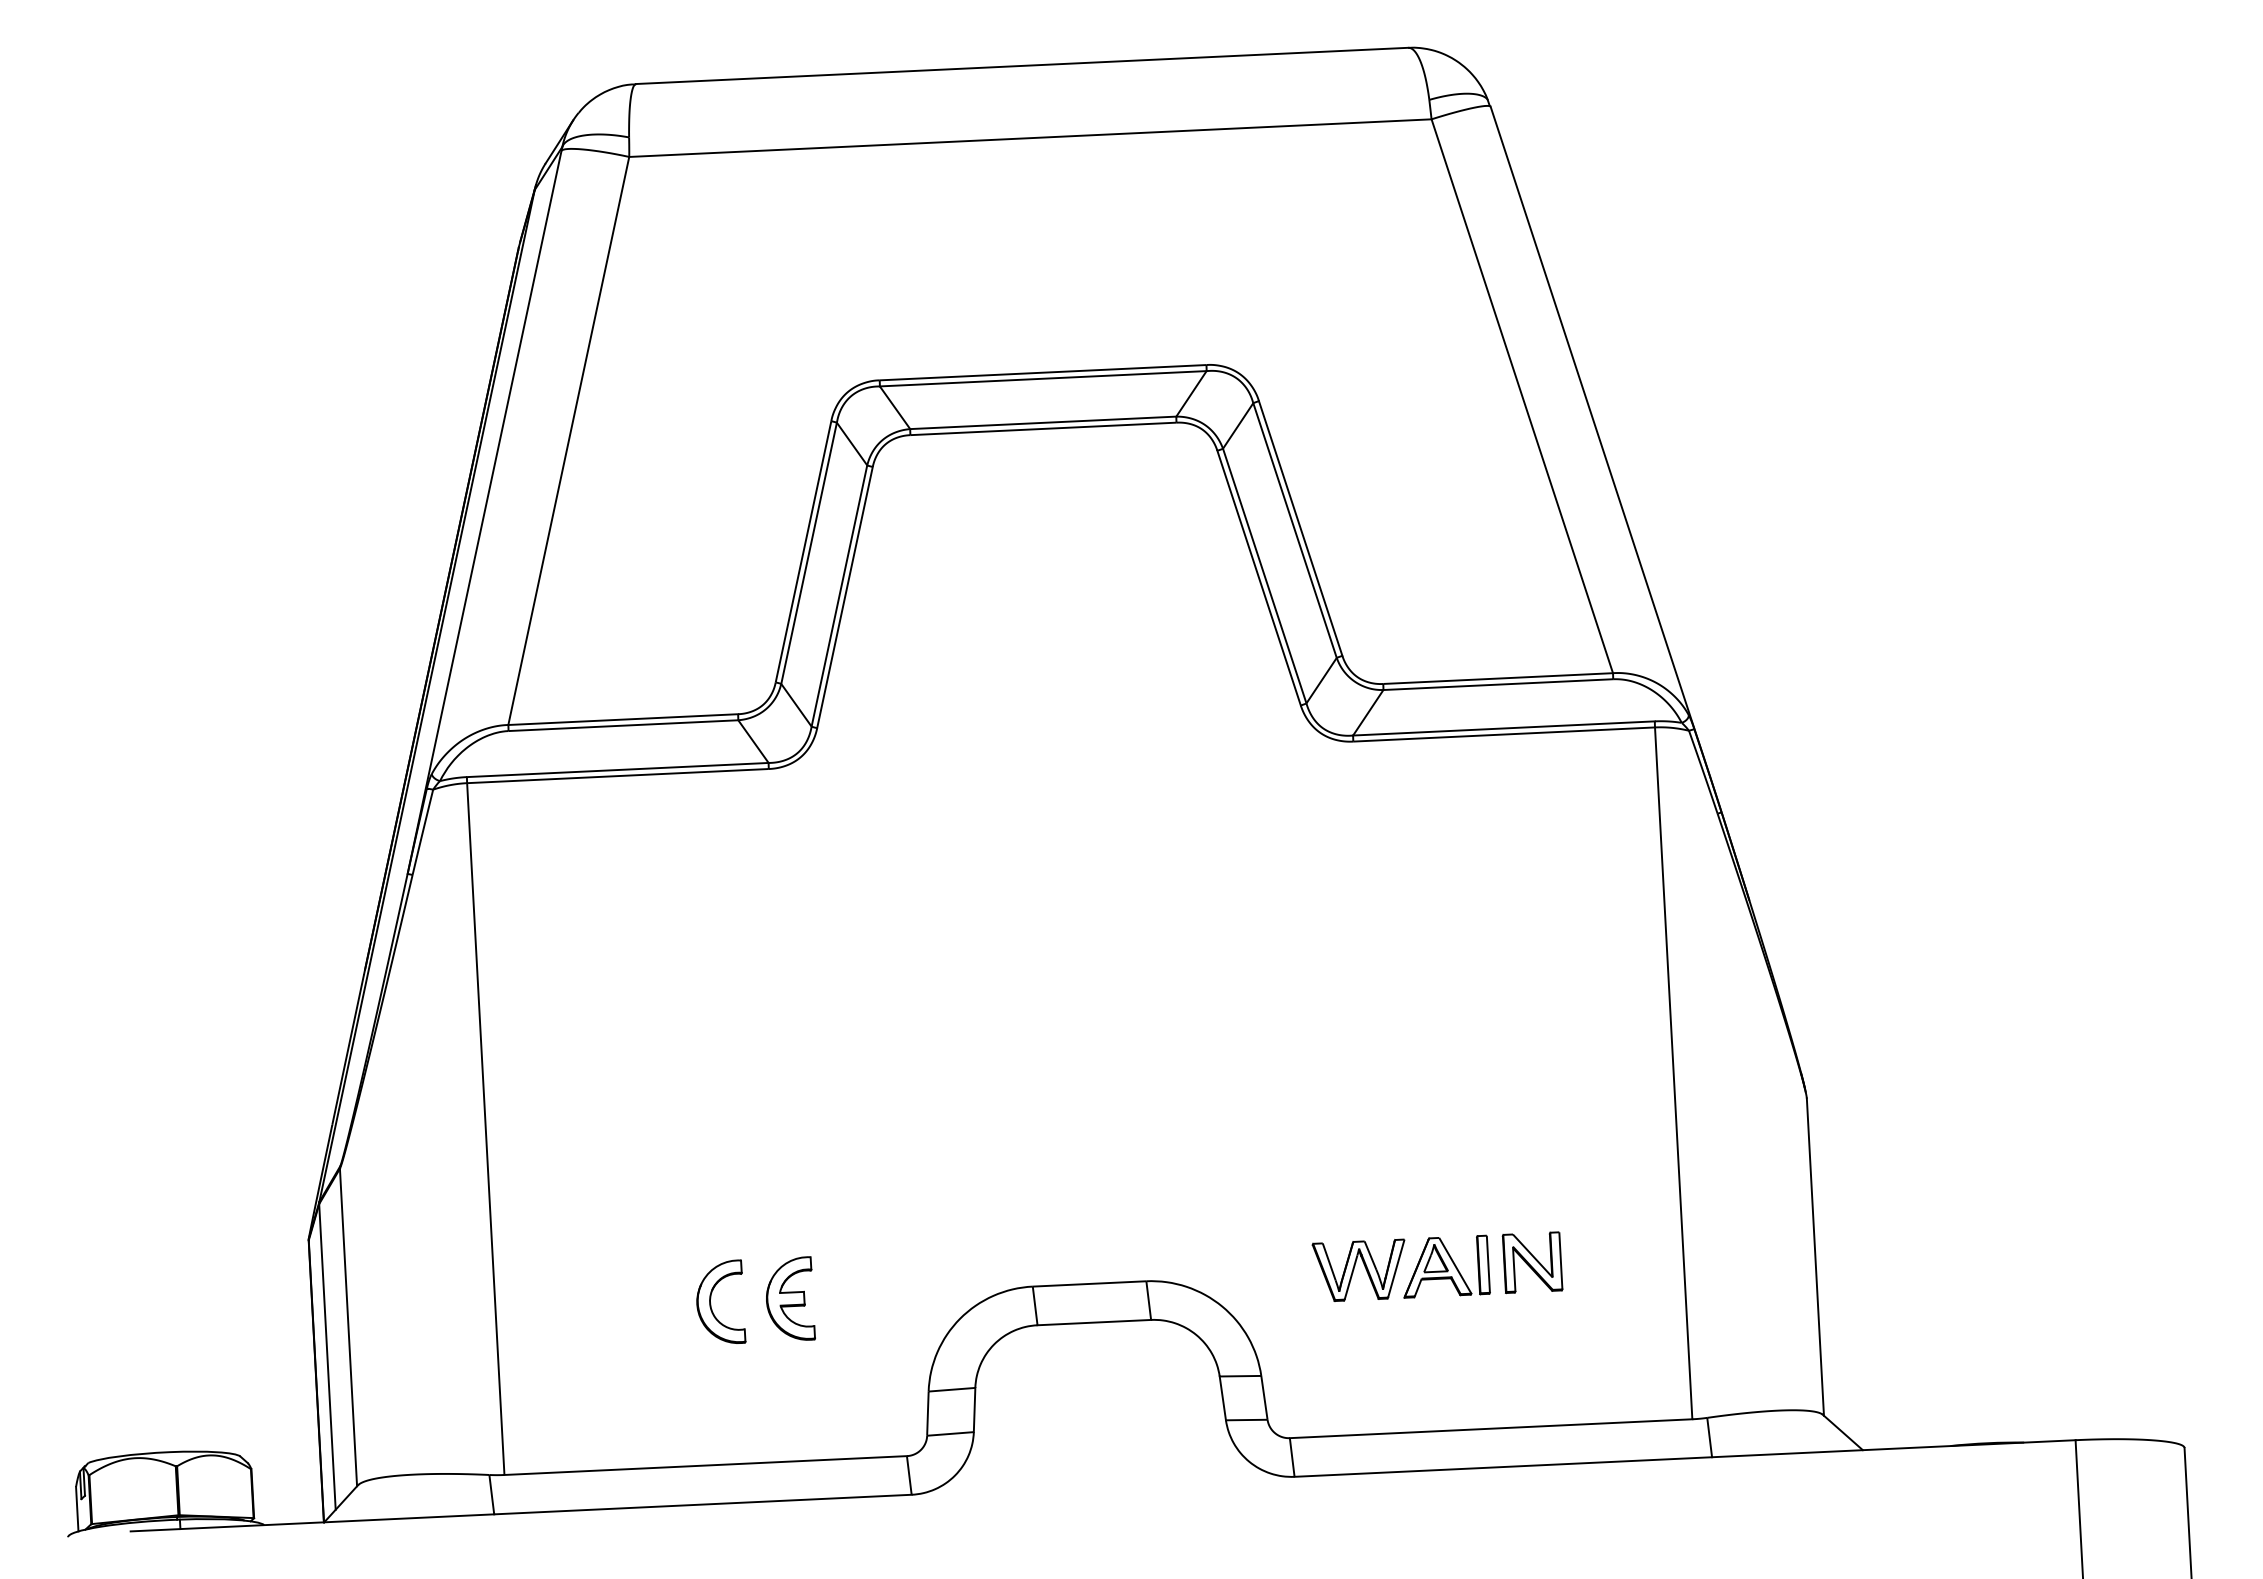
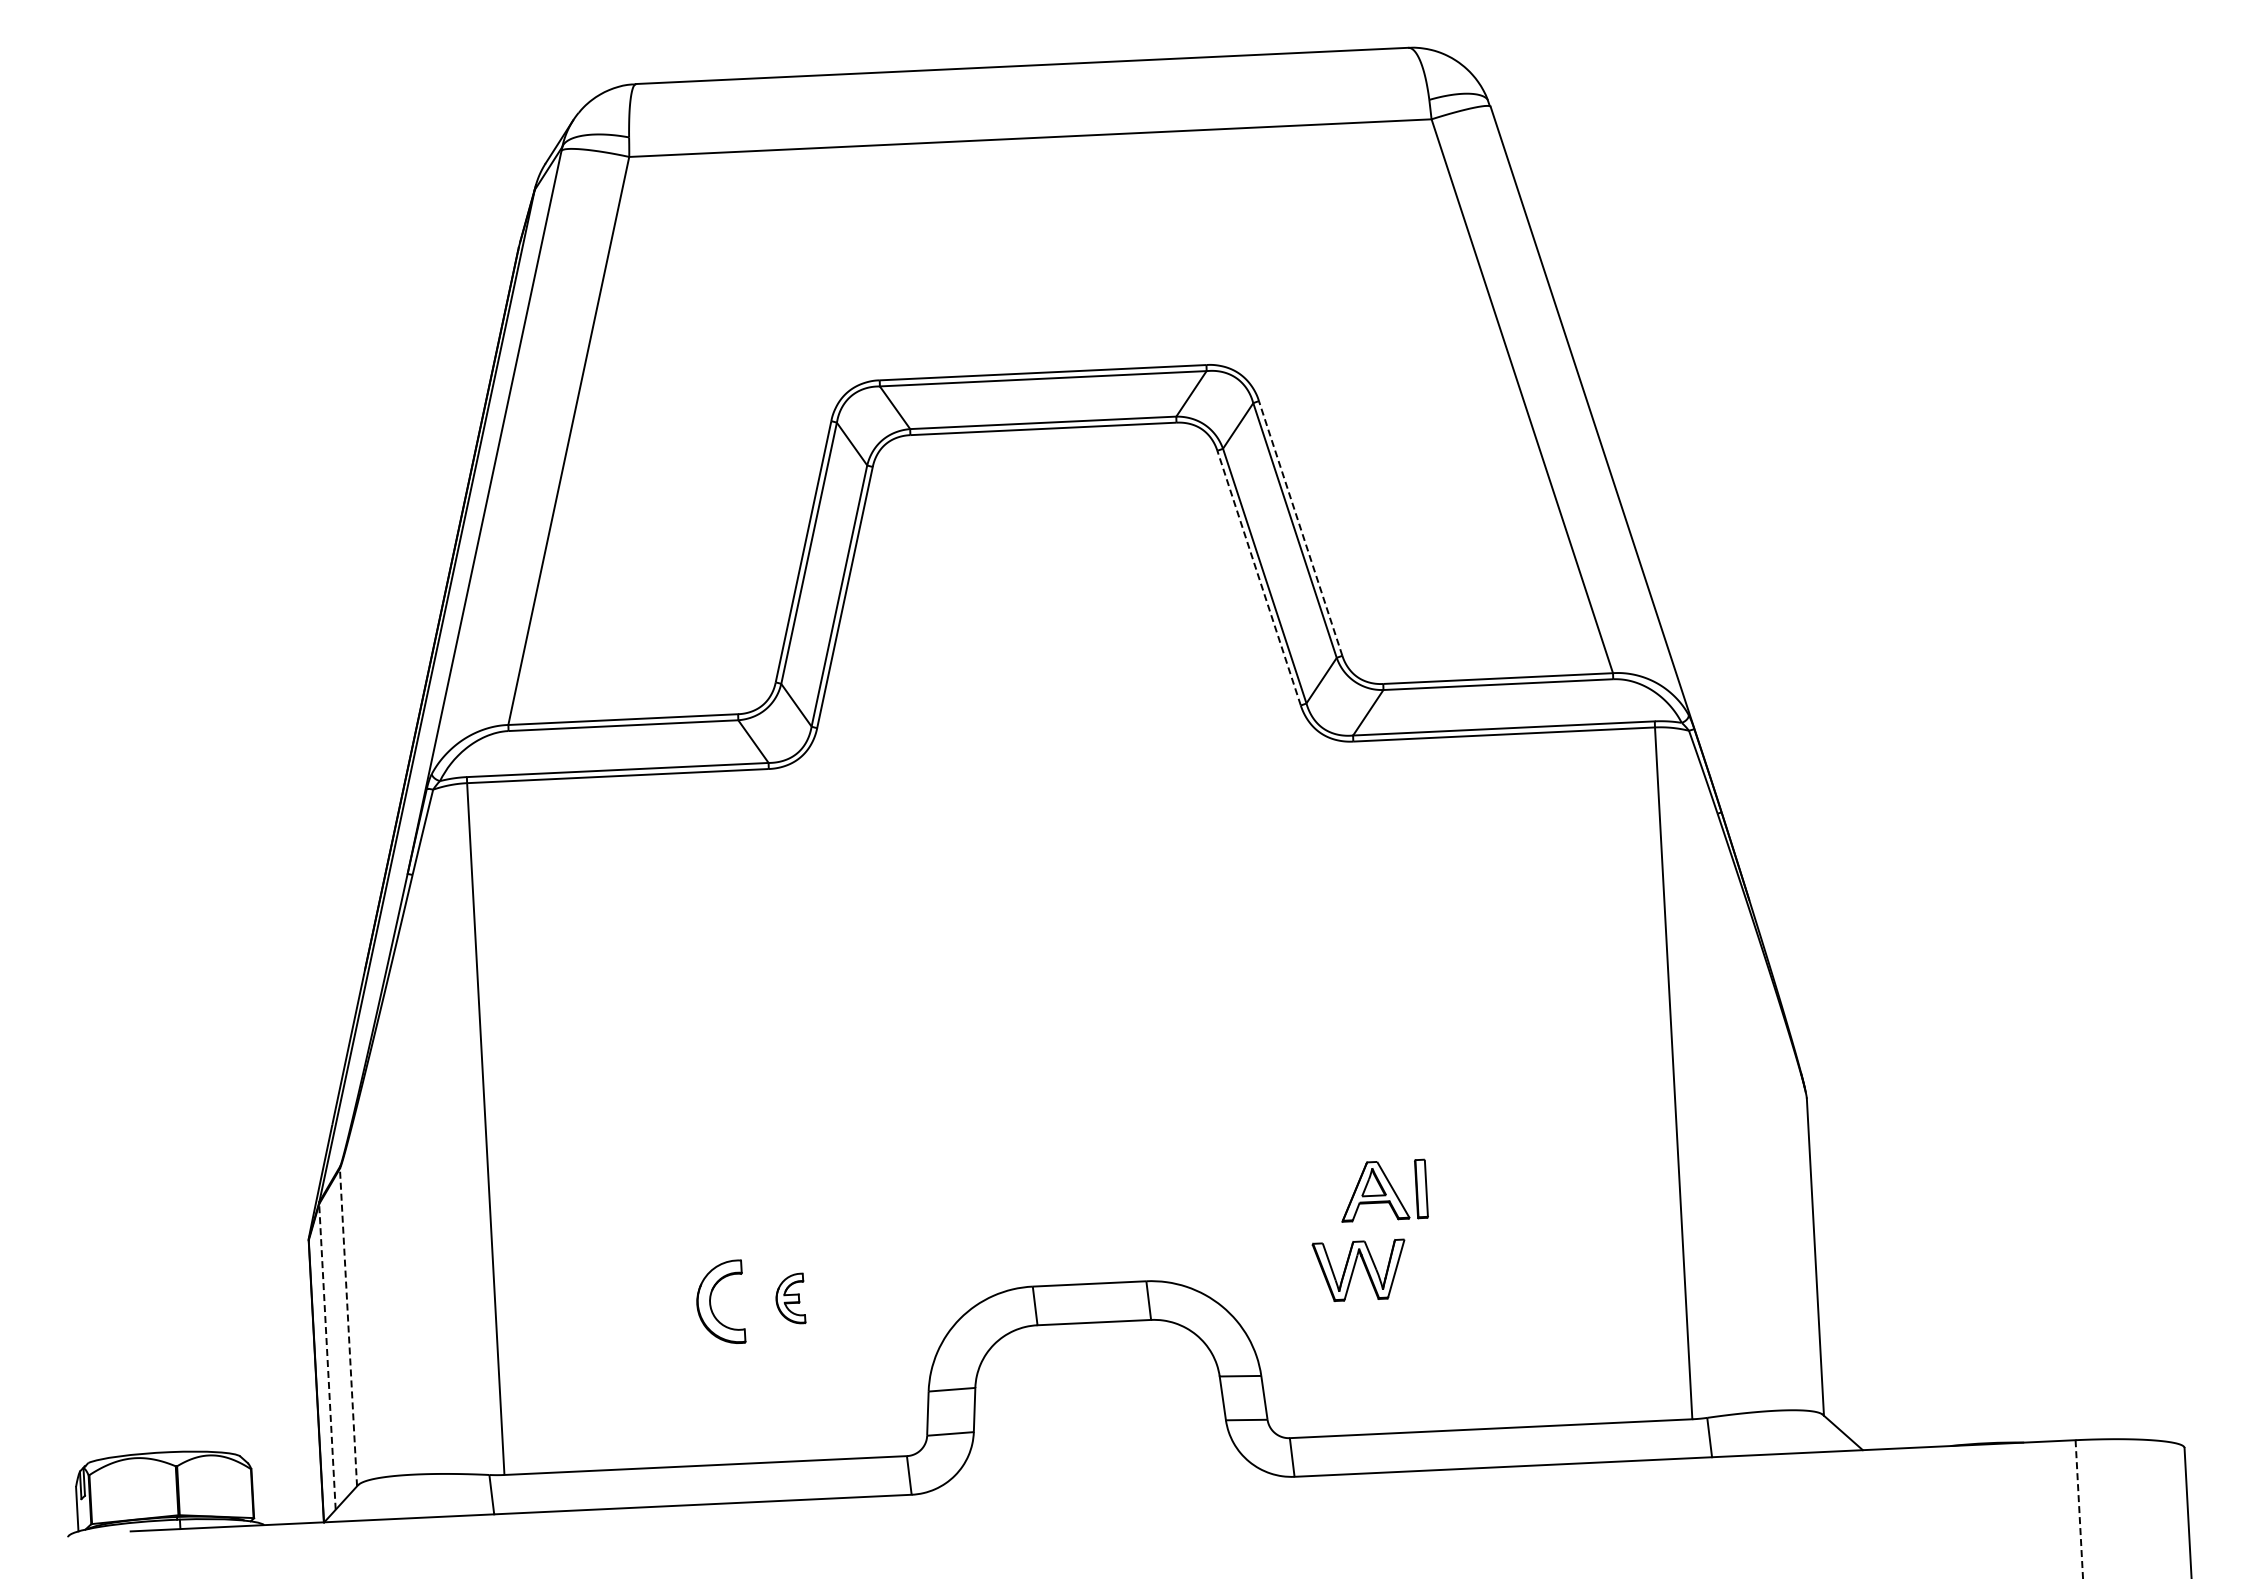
line at (1300, 528): solid -> dashed
line at (1258, 577): solid -> dashed
part at (1532, 1262): present -> none
part at (1446, 1266) position: (1446, 1266) -> (1384, 1190)
part at (790, 1298) size: 50x85 px -> 32x53 px
line at (348, 1326): solid -> dashed
line at (327, 1356): solid -> dashed
line at (2079, 1509): solid -> dashed
